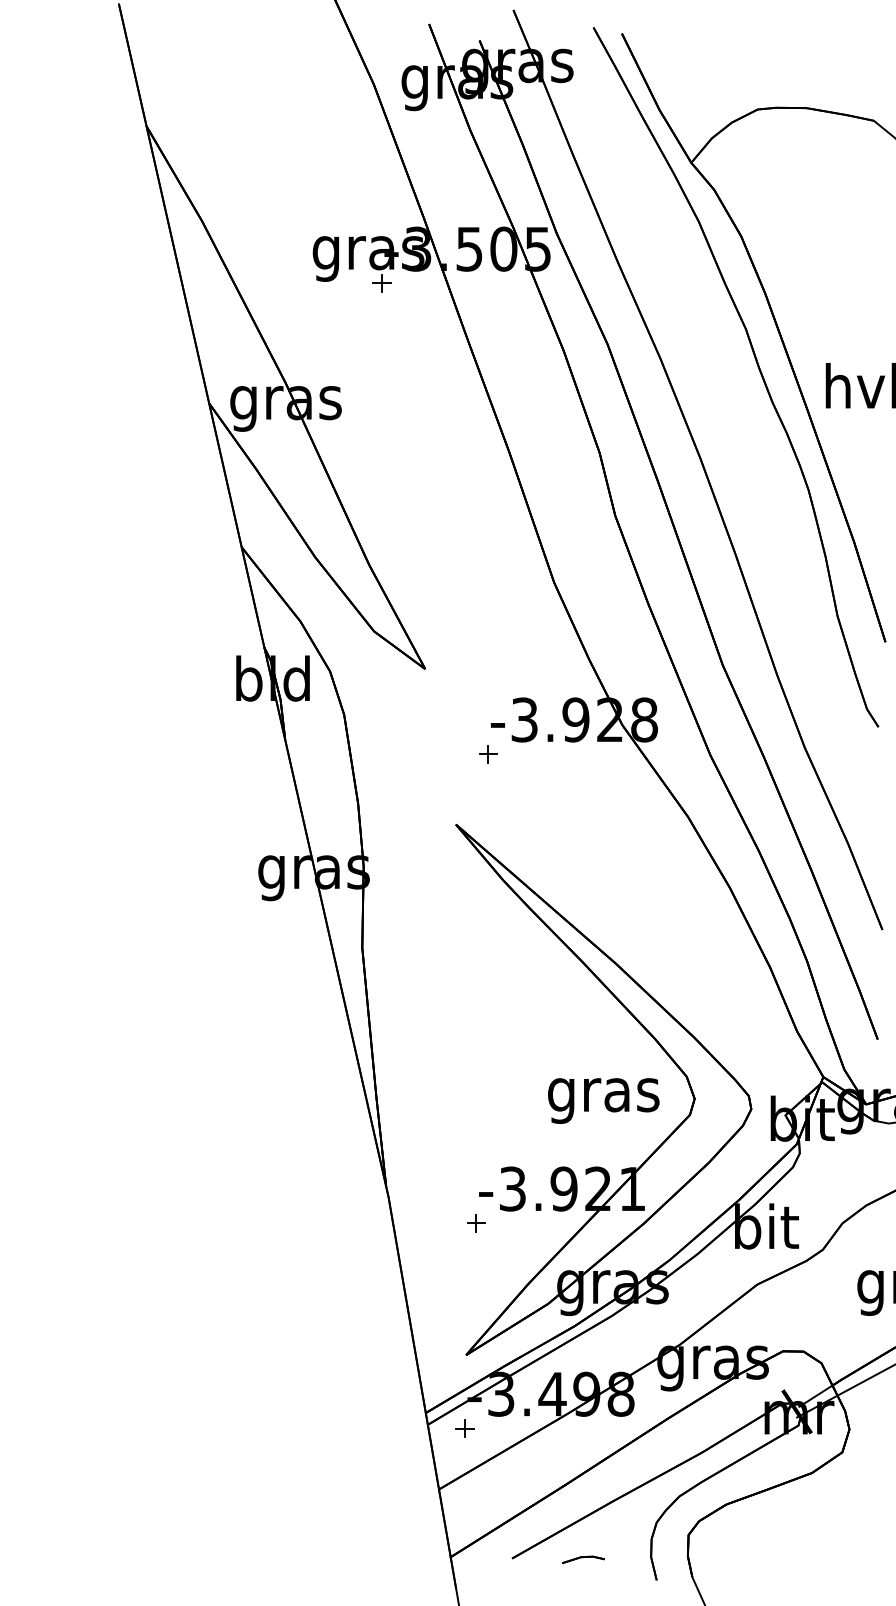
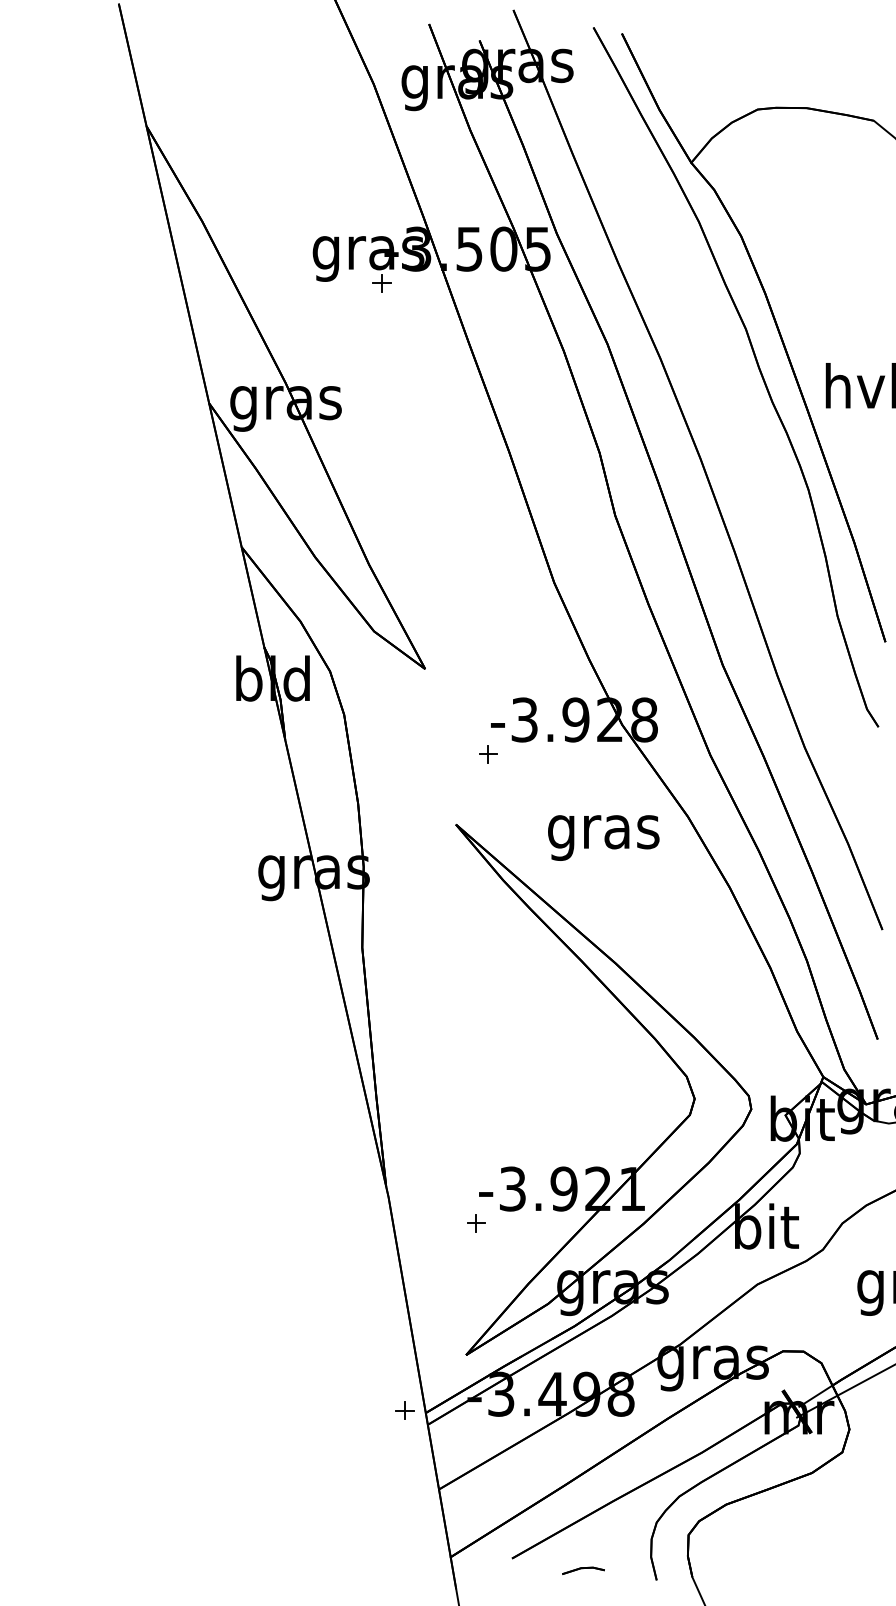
text at (603, 1100) position: (603, 1100) -> (603, 837)
part at (464, 1428) position: (464, 1428) -> (404, 1410)
part at (583, 1559) position: (583, 1559) -> (583, 1570)
